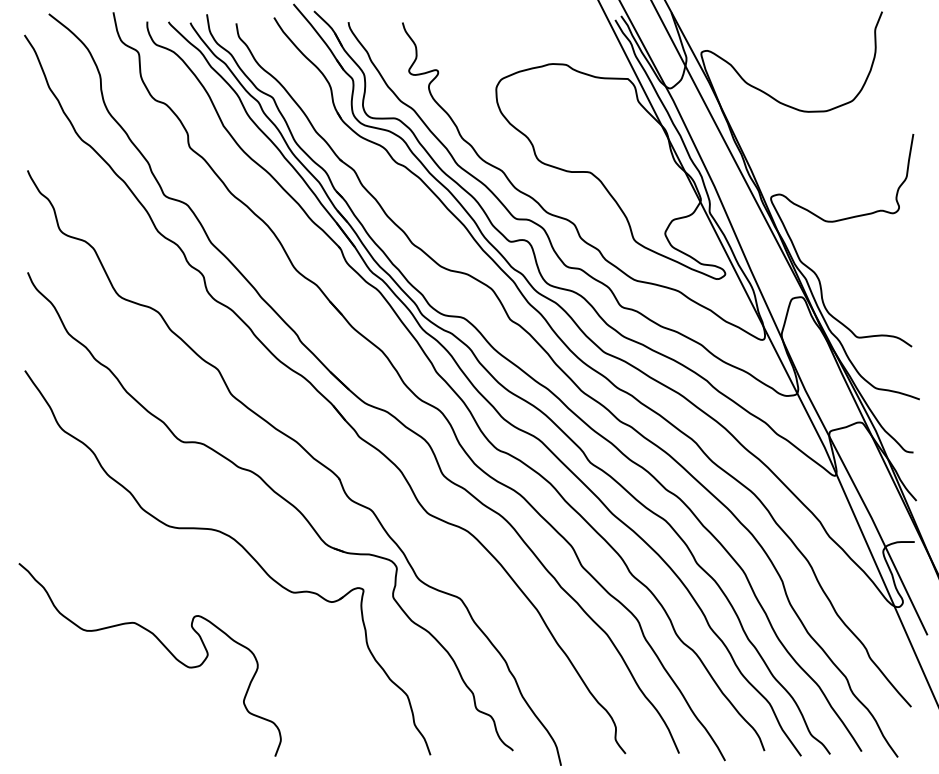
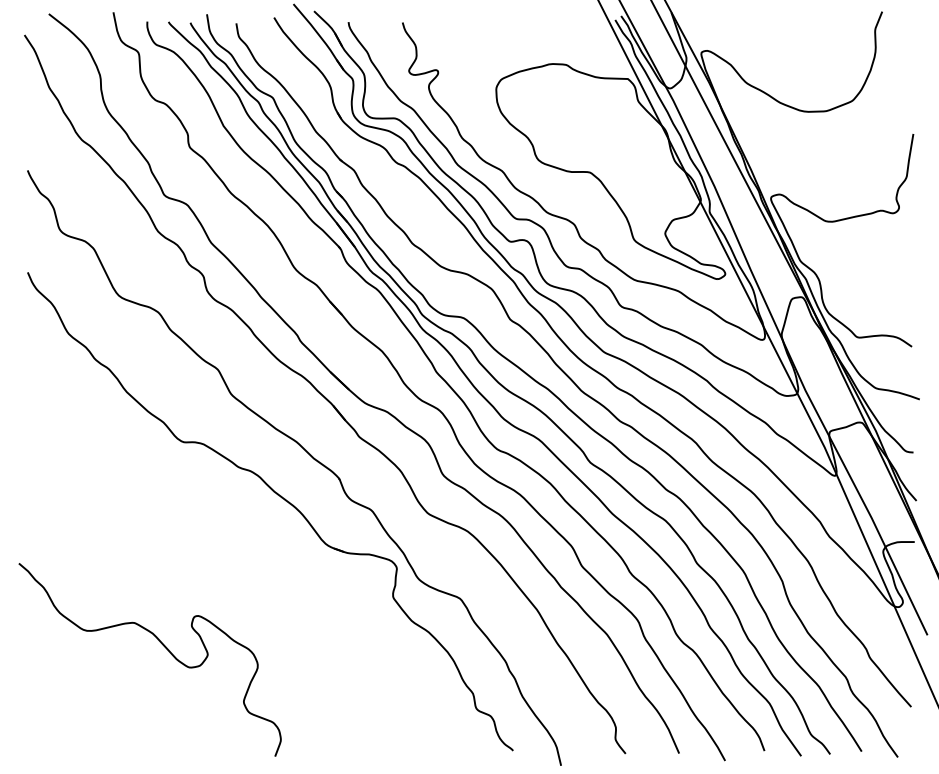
part at (241, 547): present -> none
